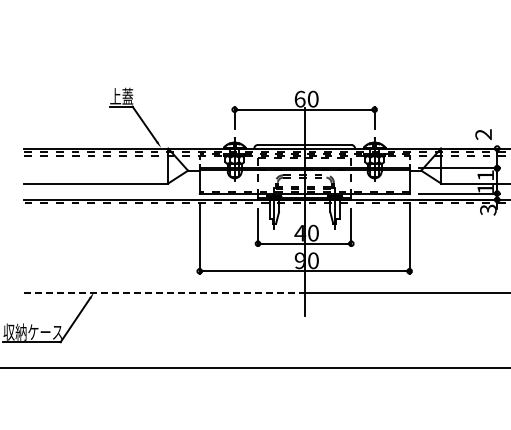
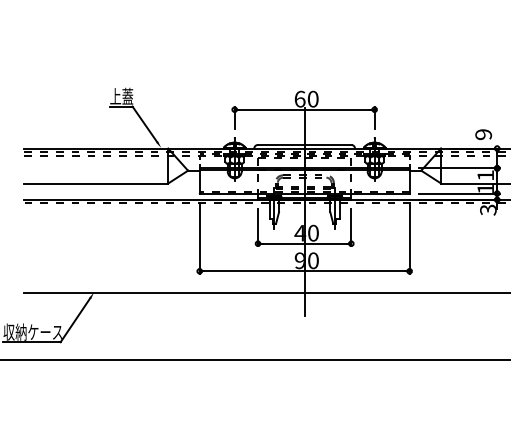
text at (483, 134): 2 -> 9
line at (165, 293): dashed -> solid
line at (254, 367) position: (254, 367) -> (254, 359)
